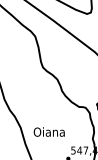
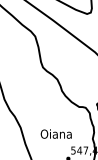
text at (48, 131) position: (48, 131) -> (55, 133)
